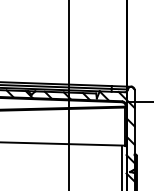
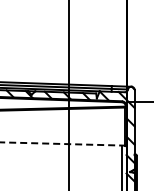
line at (63, 144): solid -> dashed
